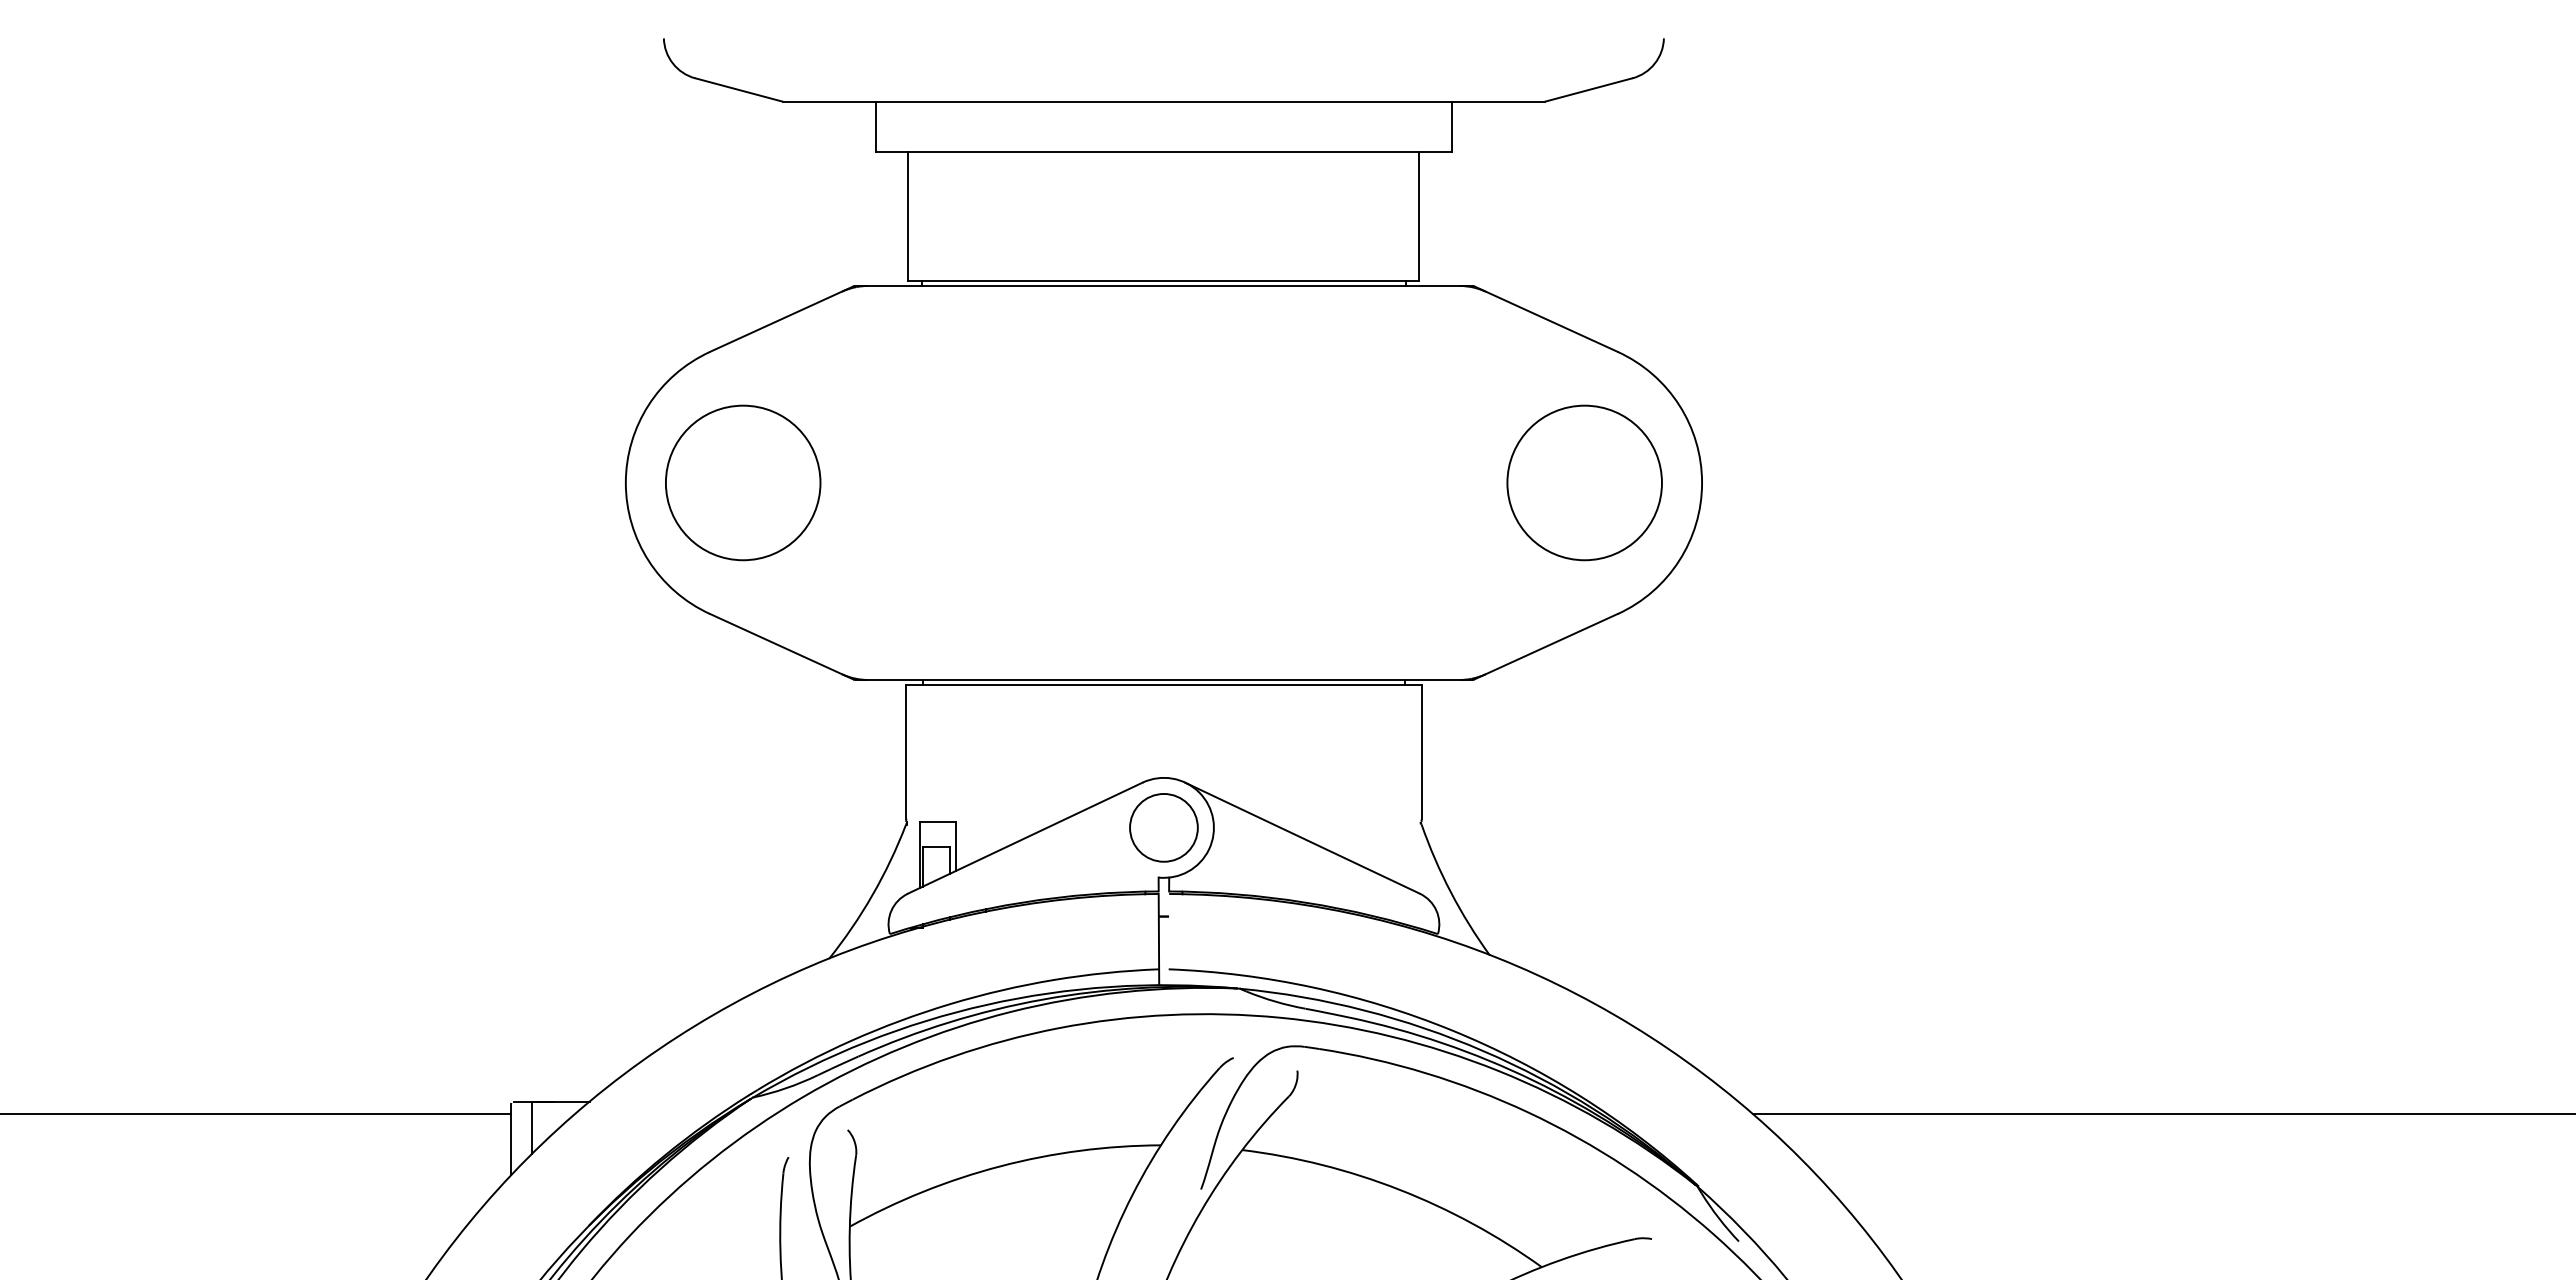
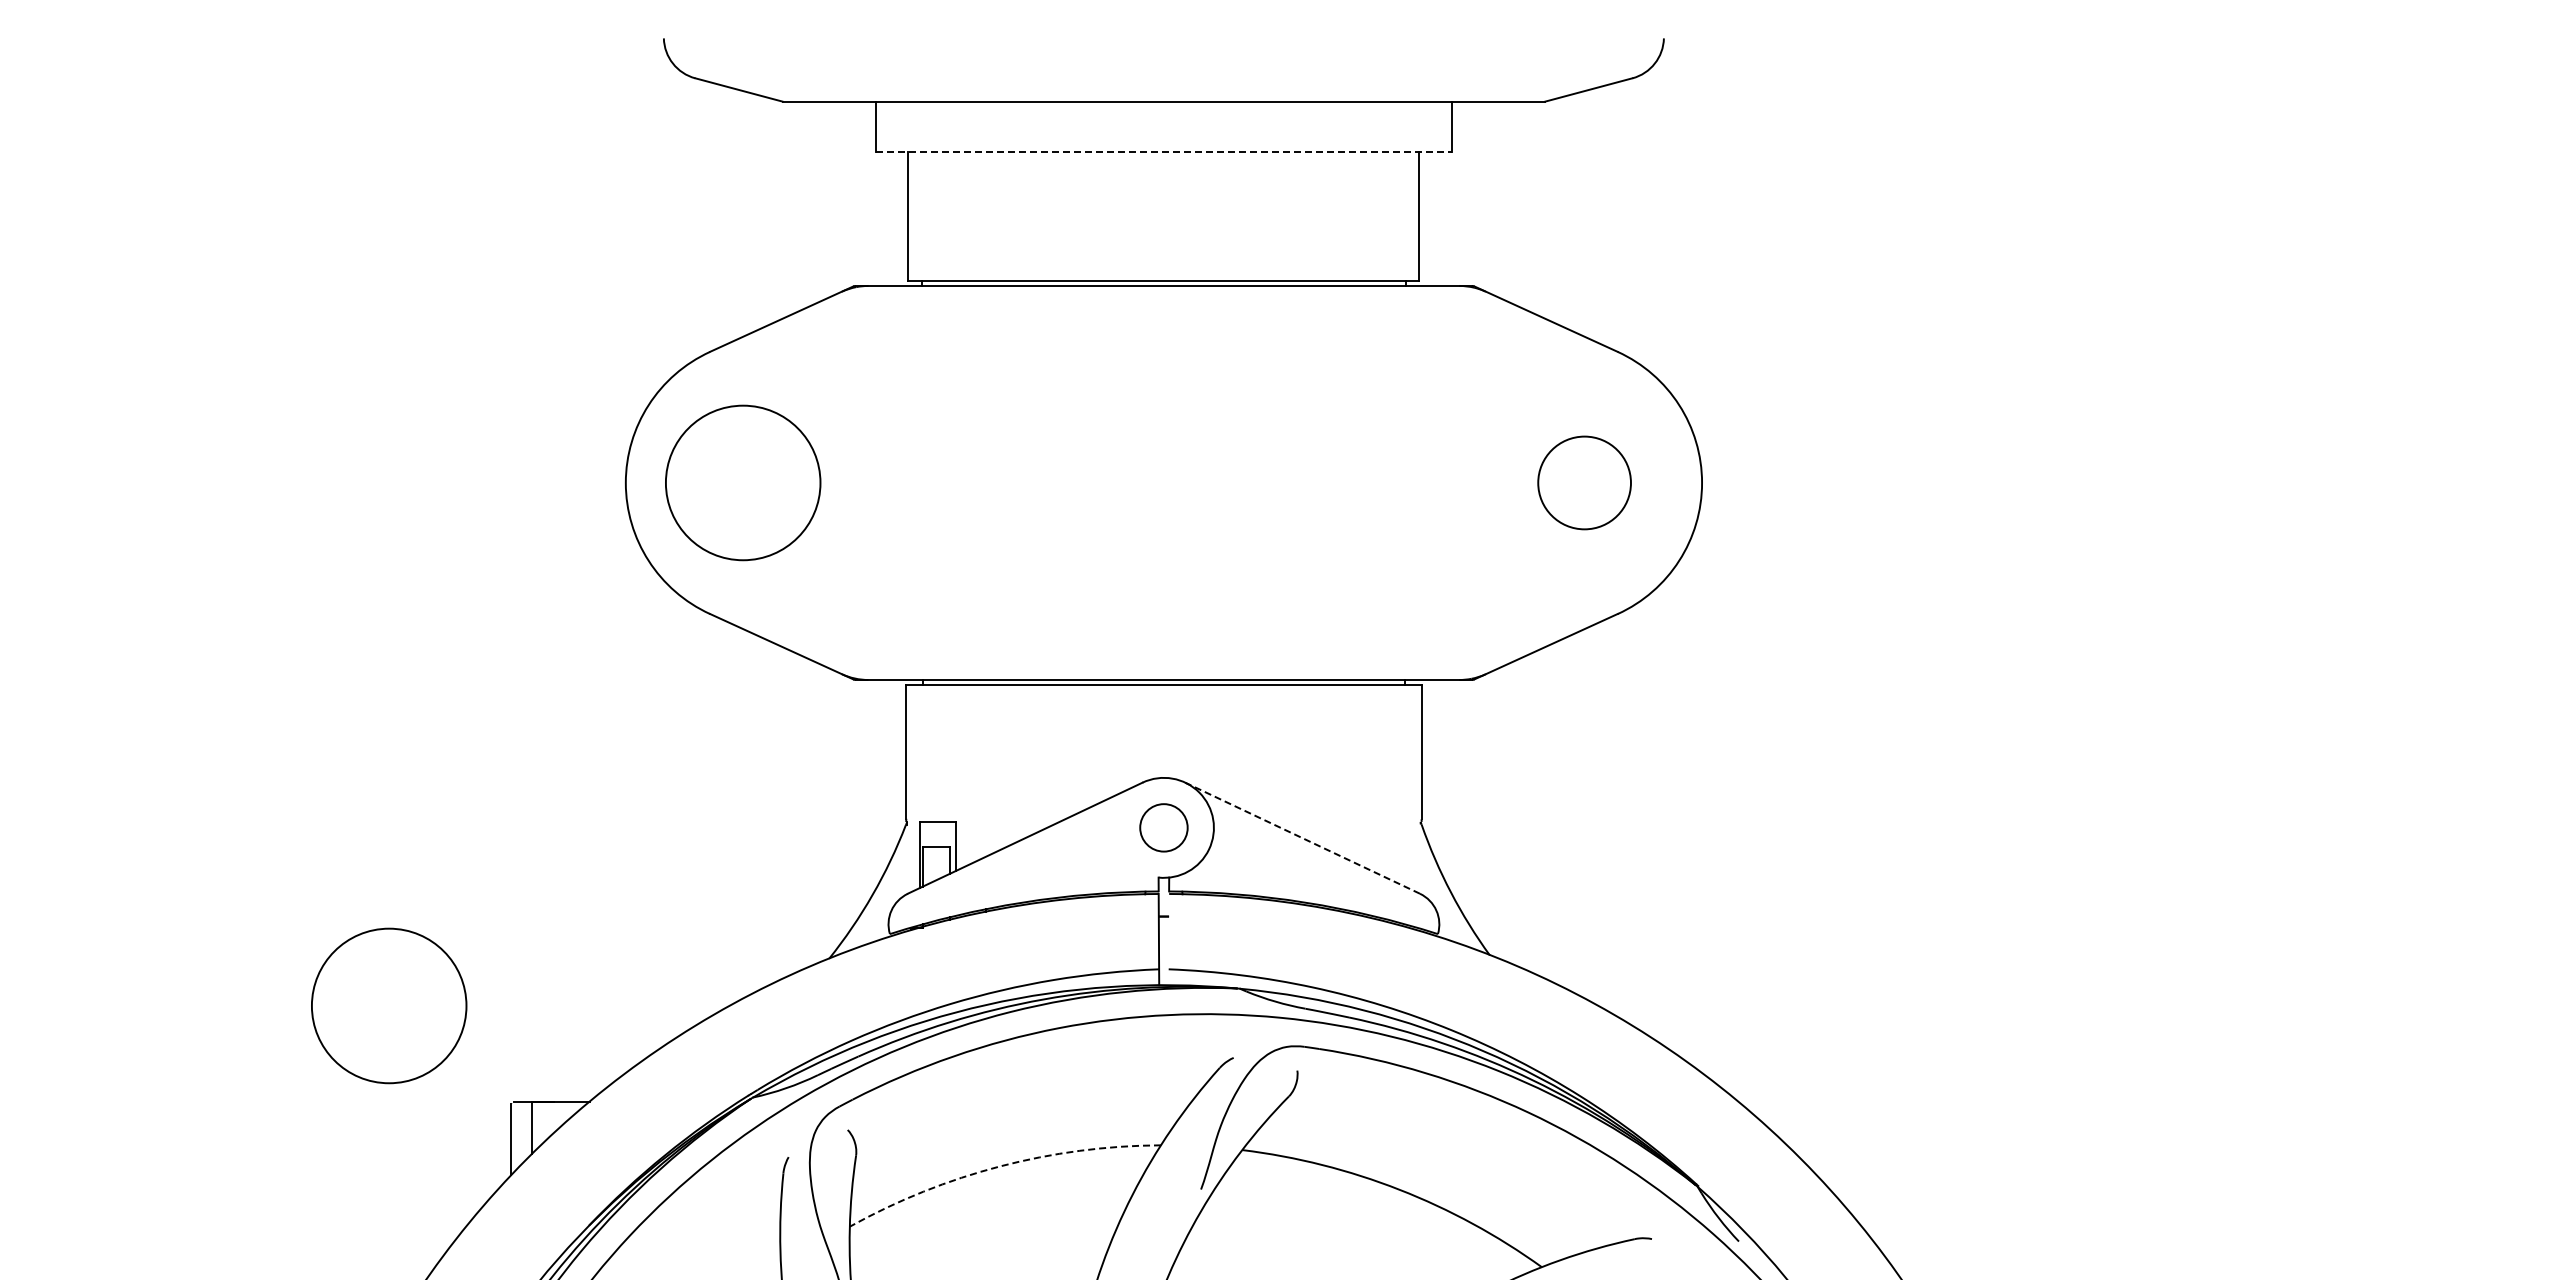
line at (1164, 152): solid -> dashed
circle at (1584, 482) size: 157x158 px -> 95x96 px
circle at (1163, 827) diameter: 68 px -> 47 px
line at (1302, 838): solid -> dashed
circle at (389, 1005): none -> present
line at (256, 1114): present -> none
line at (2162, 1114): present -> none
arc at (1000, 1166): solid -> dashed
